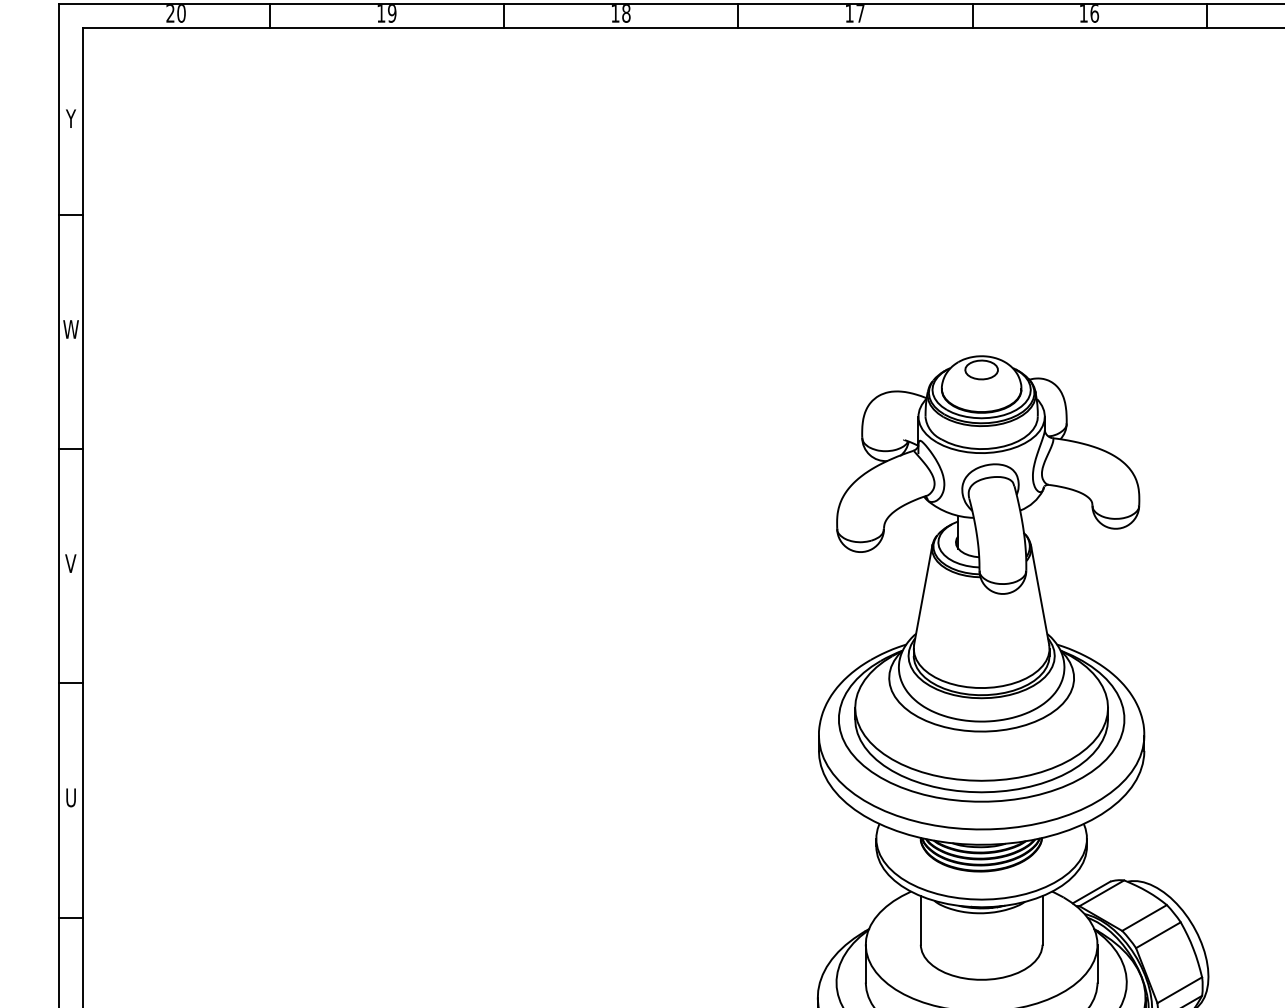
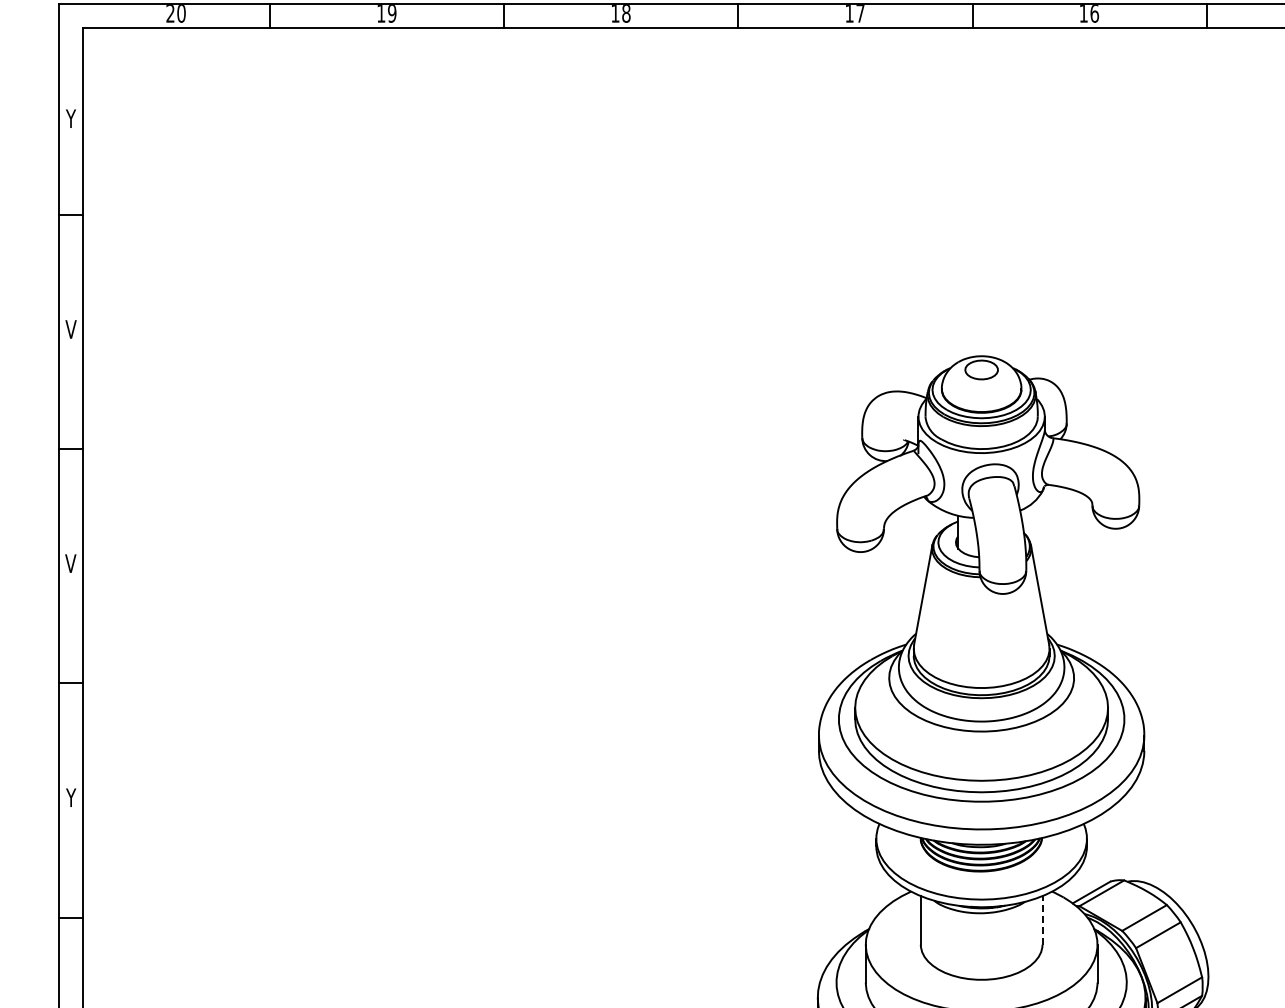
text at (70, 329): W -> V
text at (71, 797): U -> Y
line at (1042, 919): solid -> dashed
